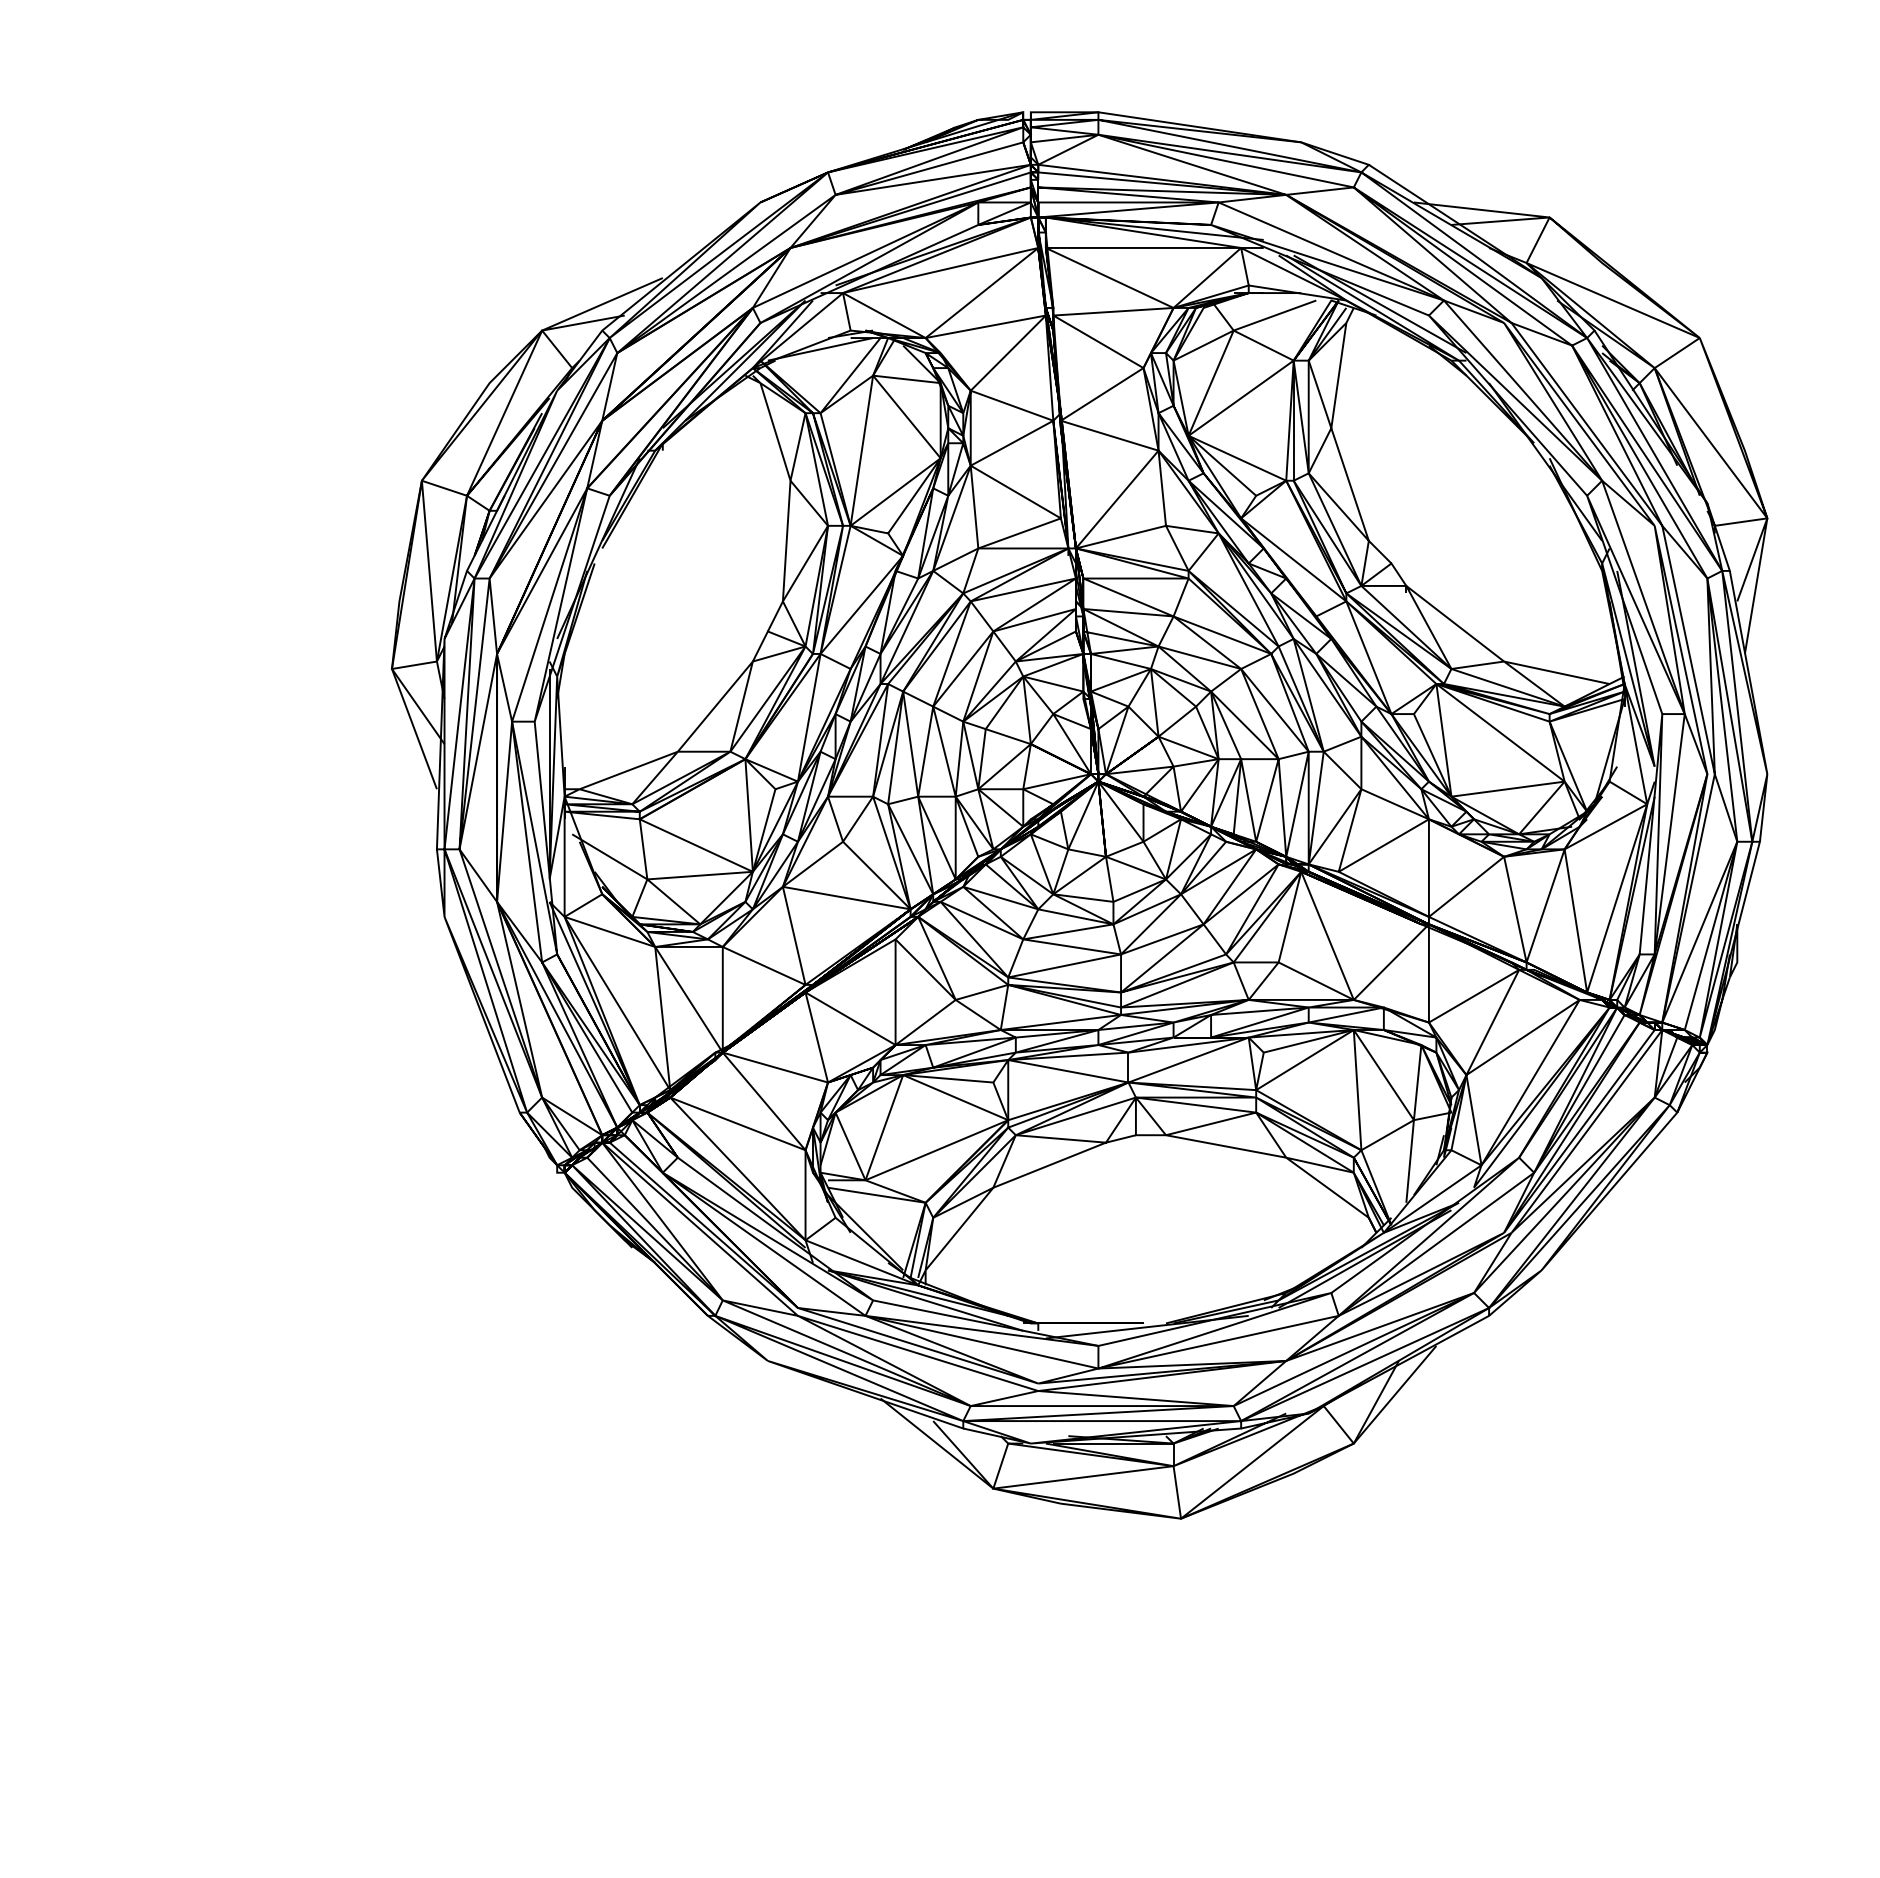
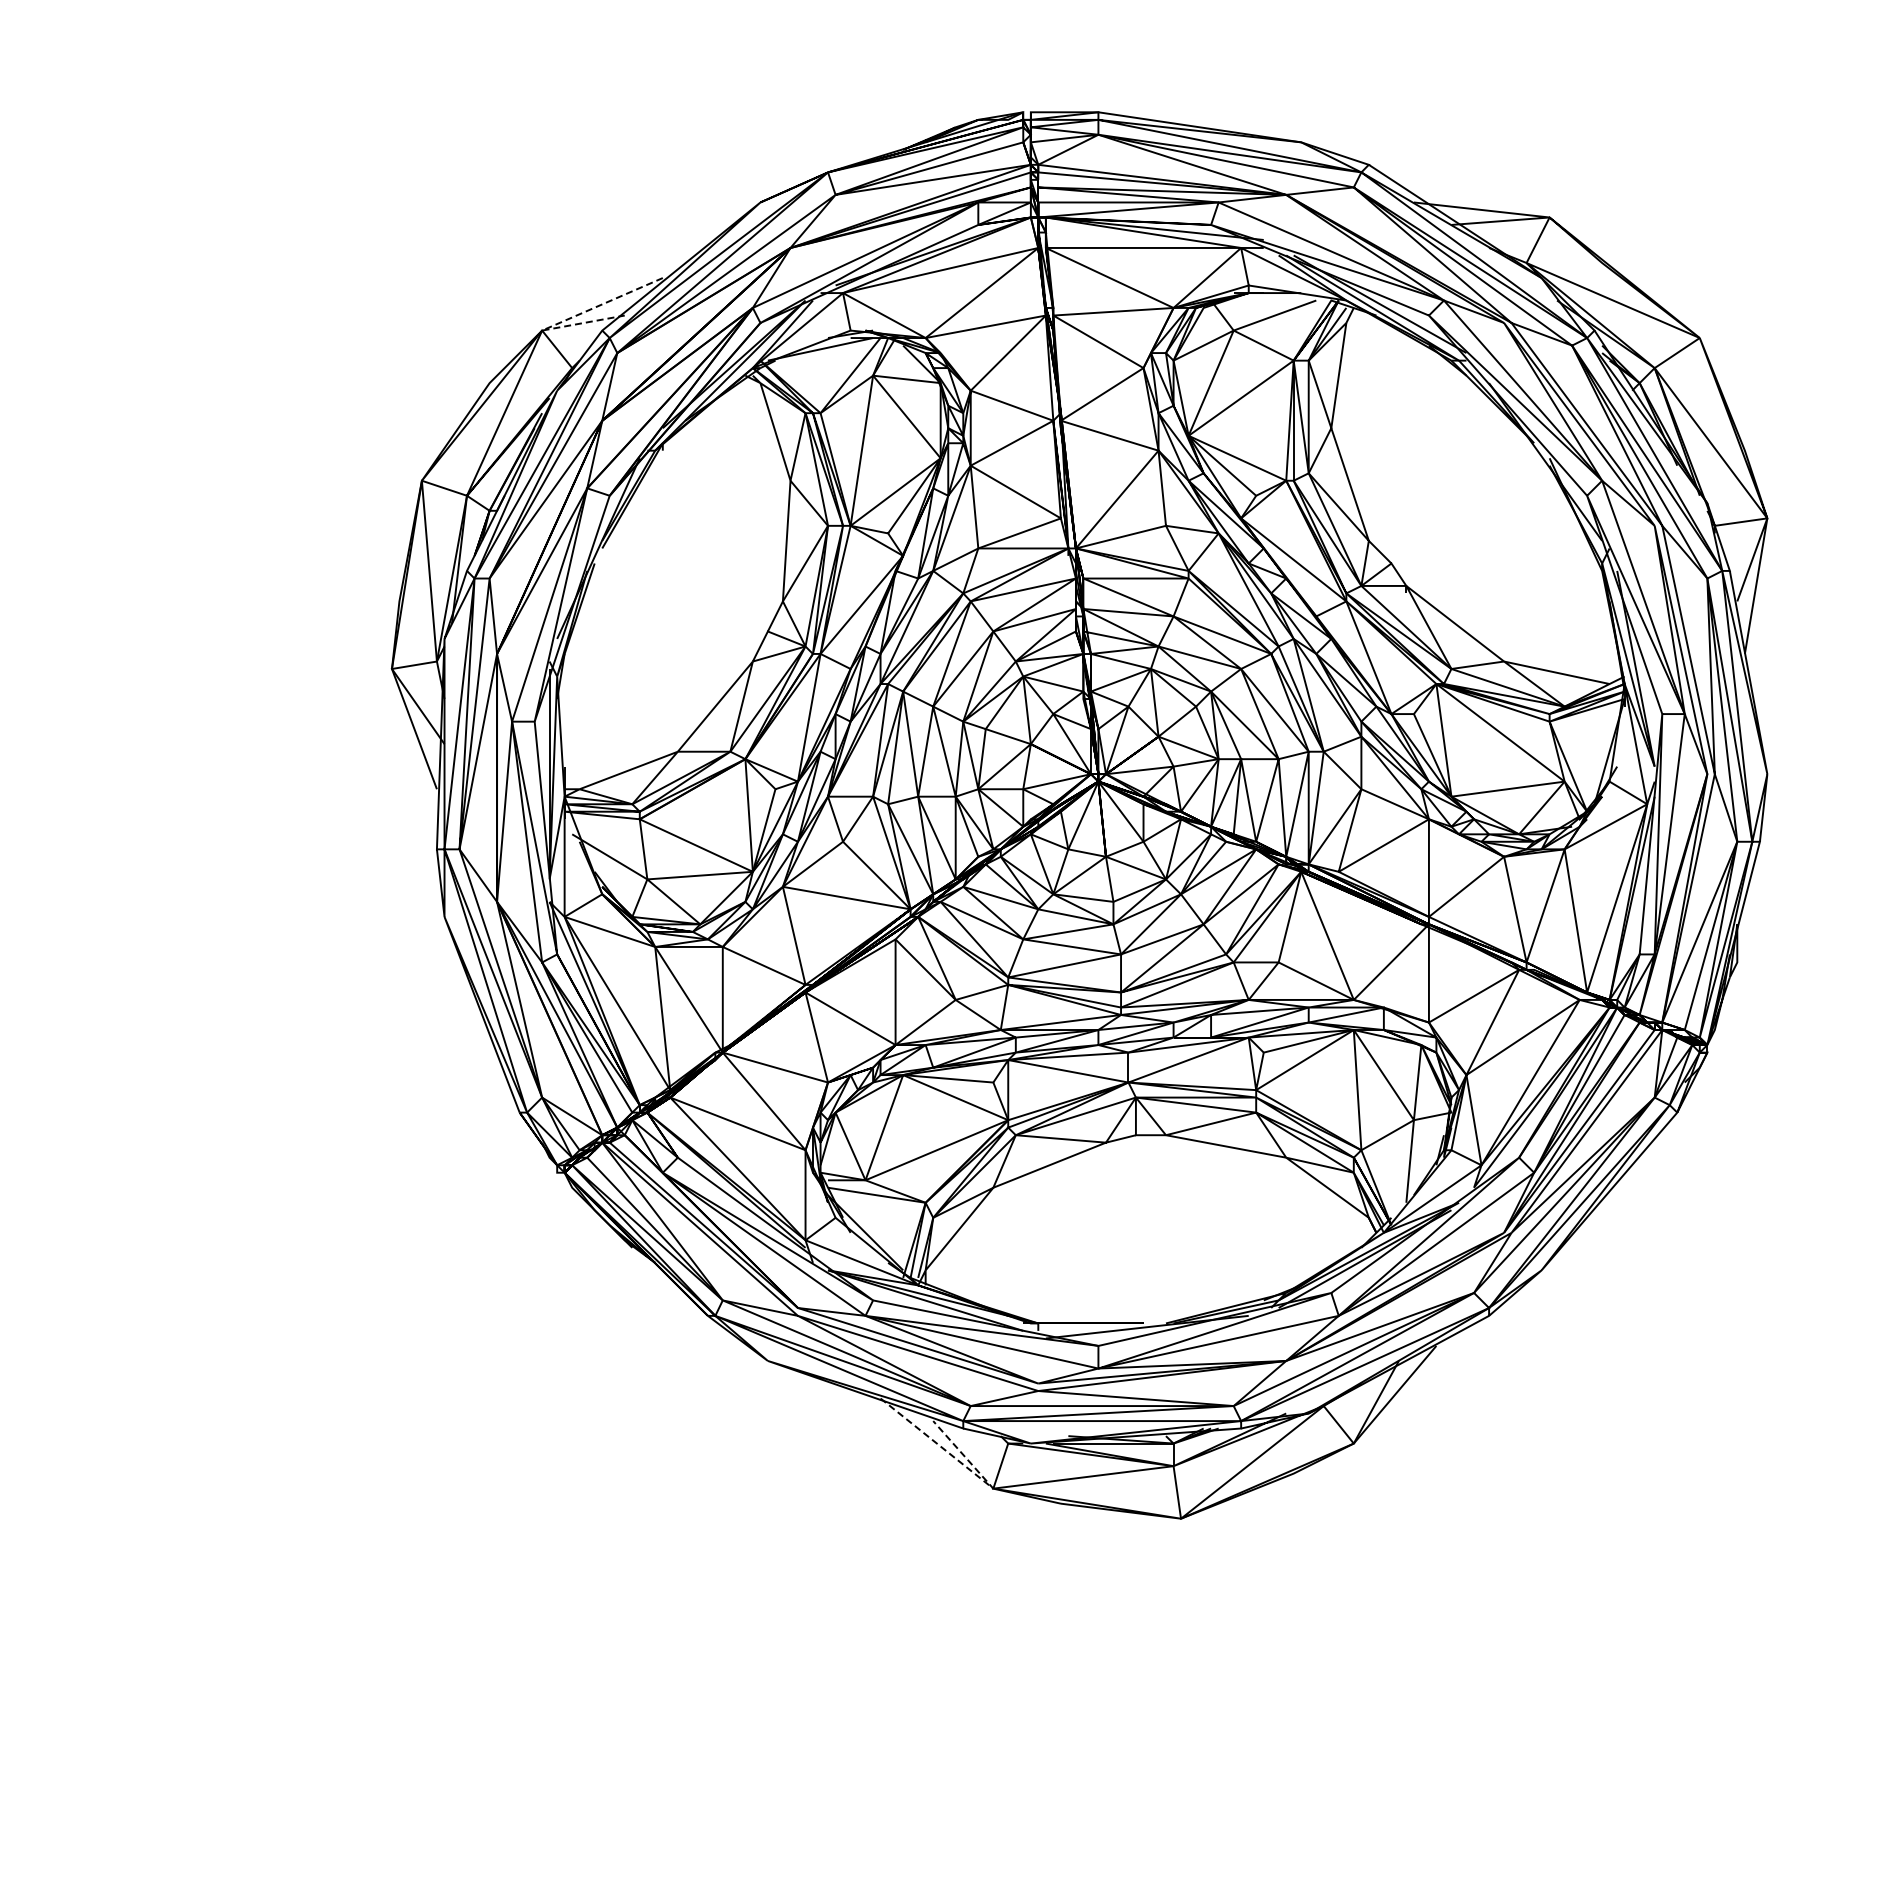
line at (563, 321): solid -> dashed
line at (973, 1472): solid -> dashed
